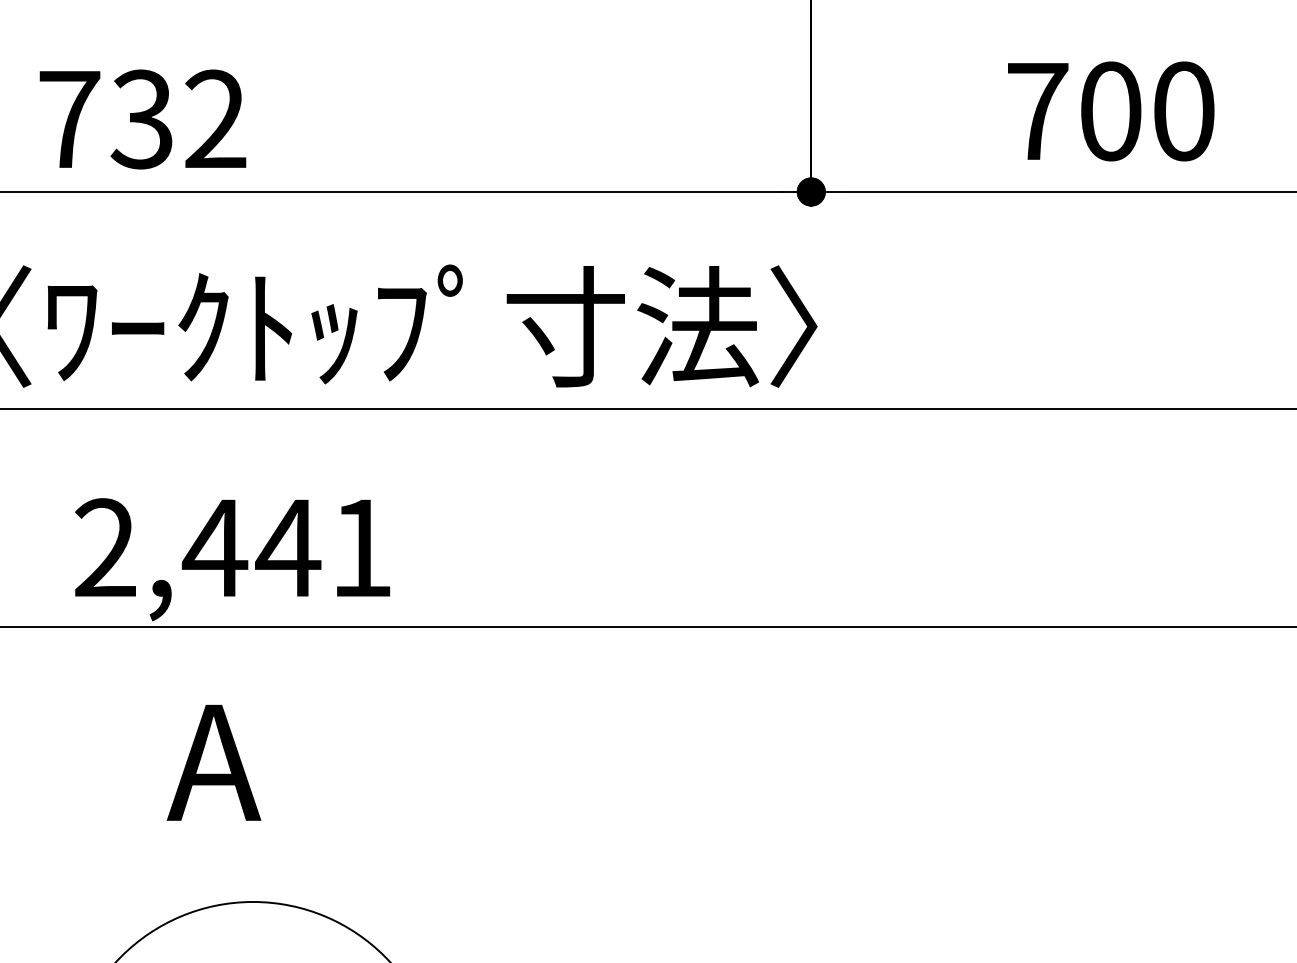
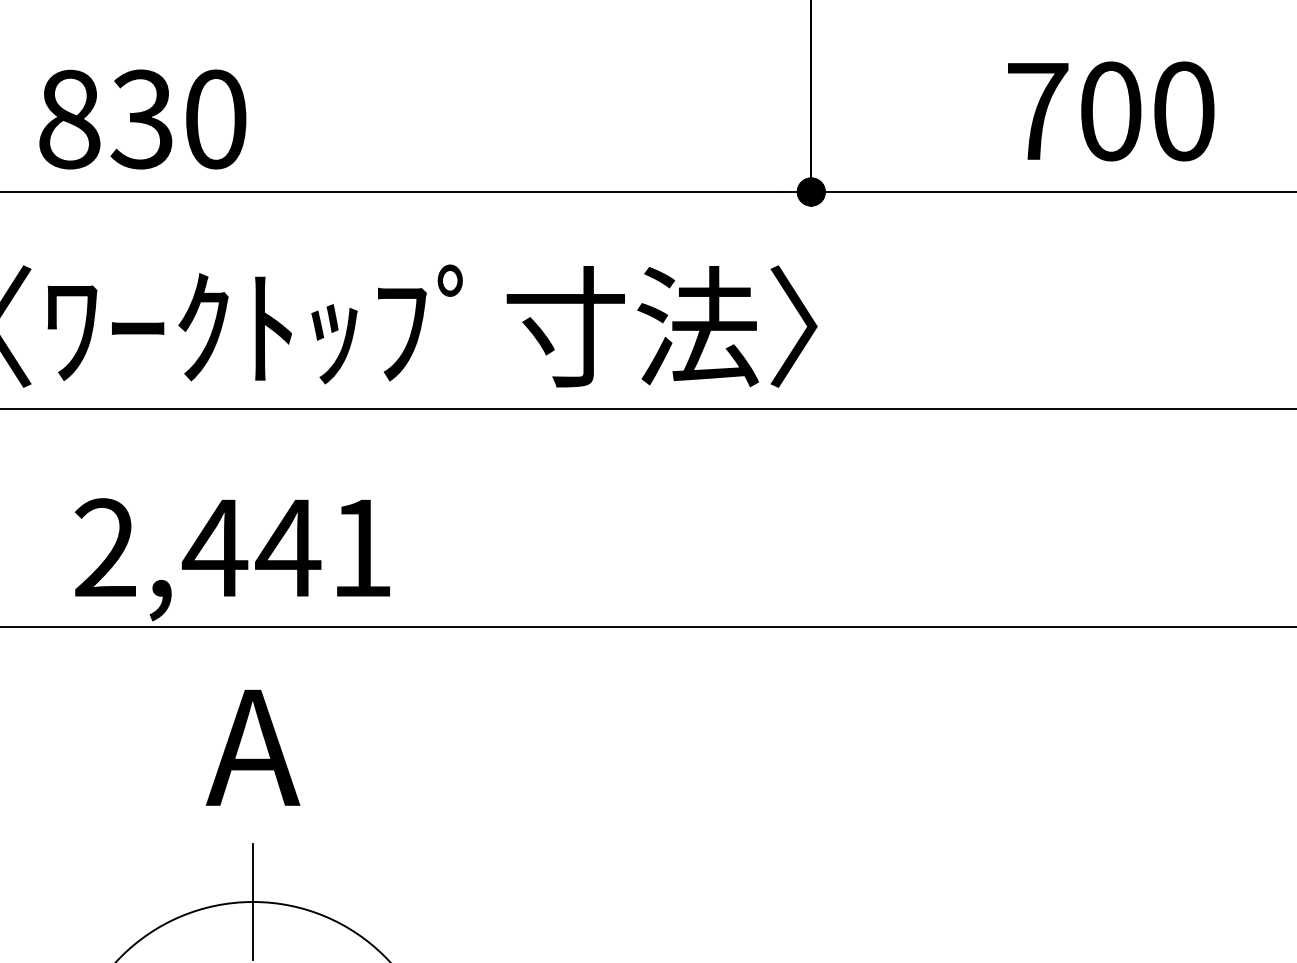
text at (142, 119): 732 -> 830
text at (213, 762) position: (213, 762) -> (252, 747)
line at (253, 901): none -> present
